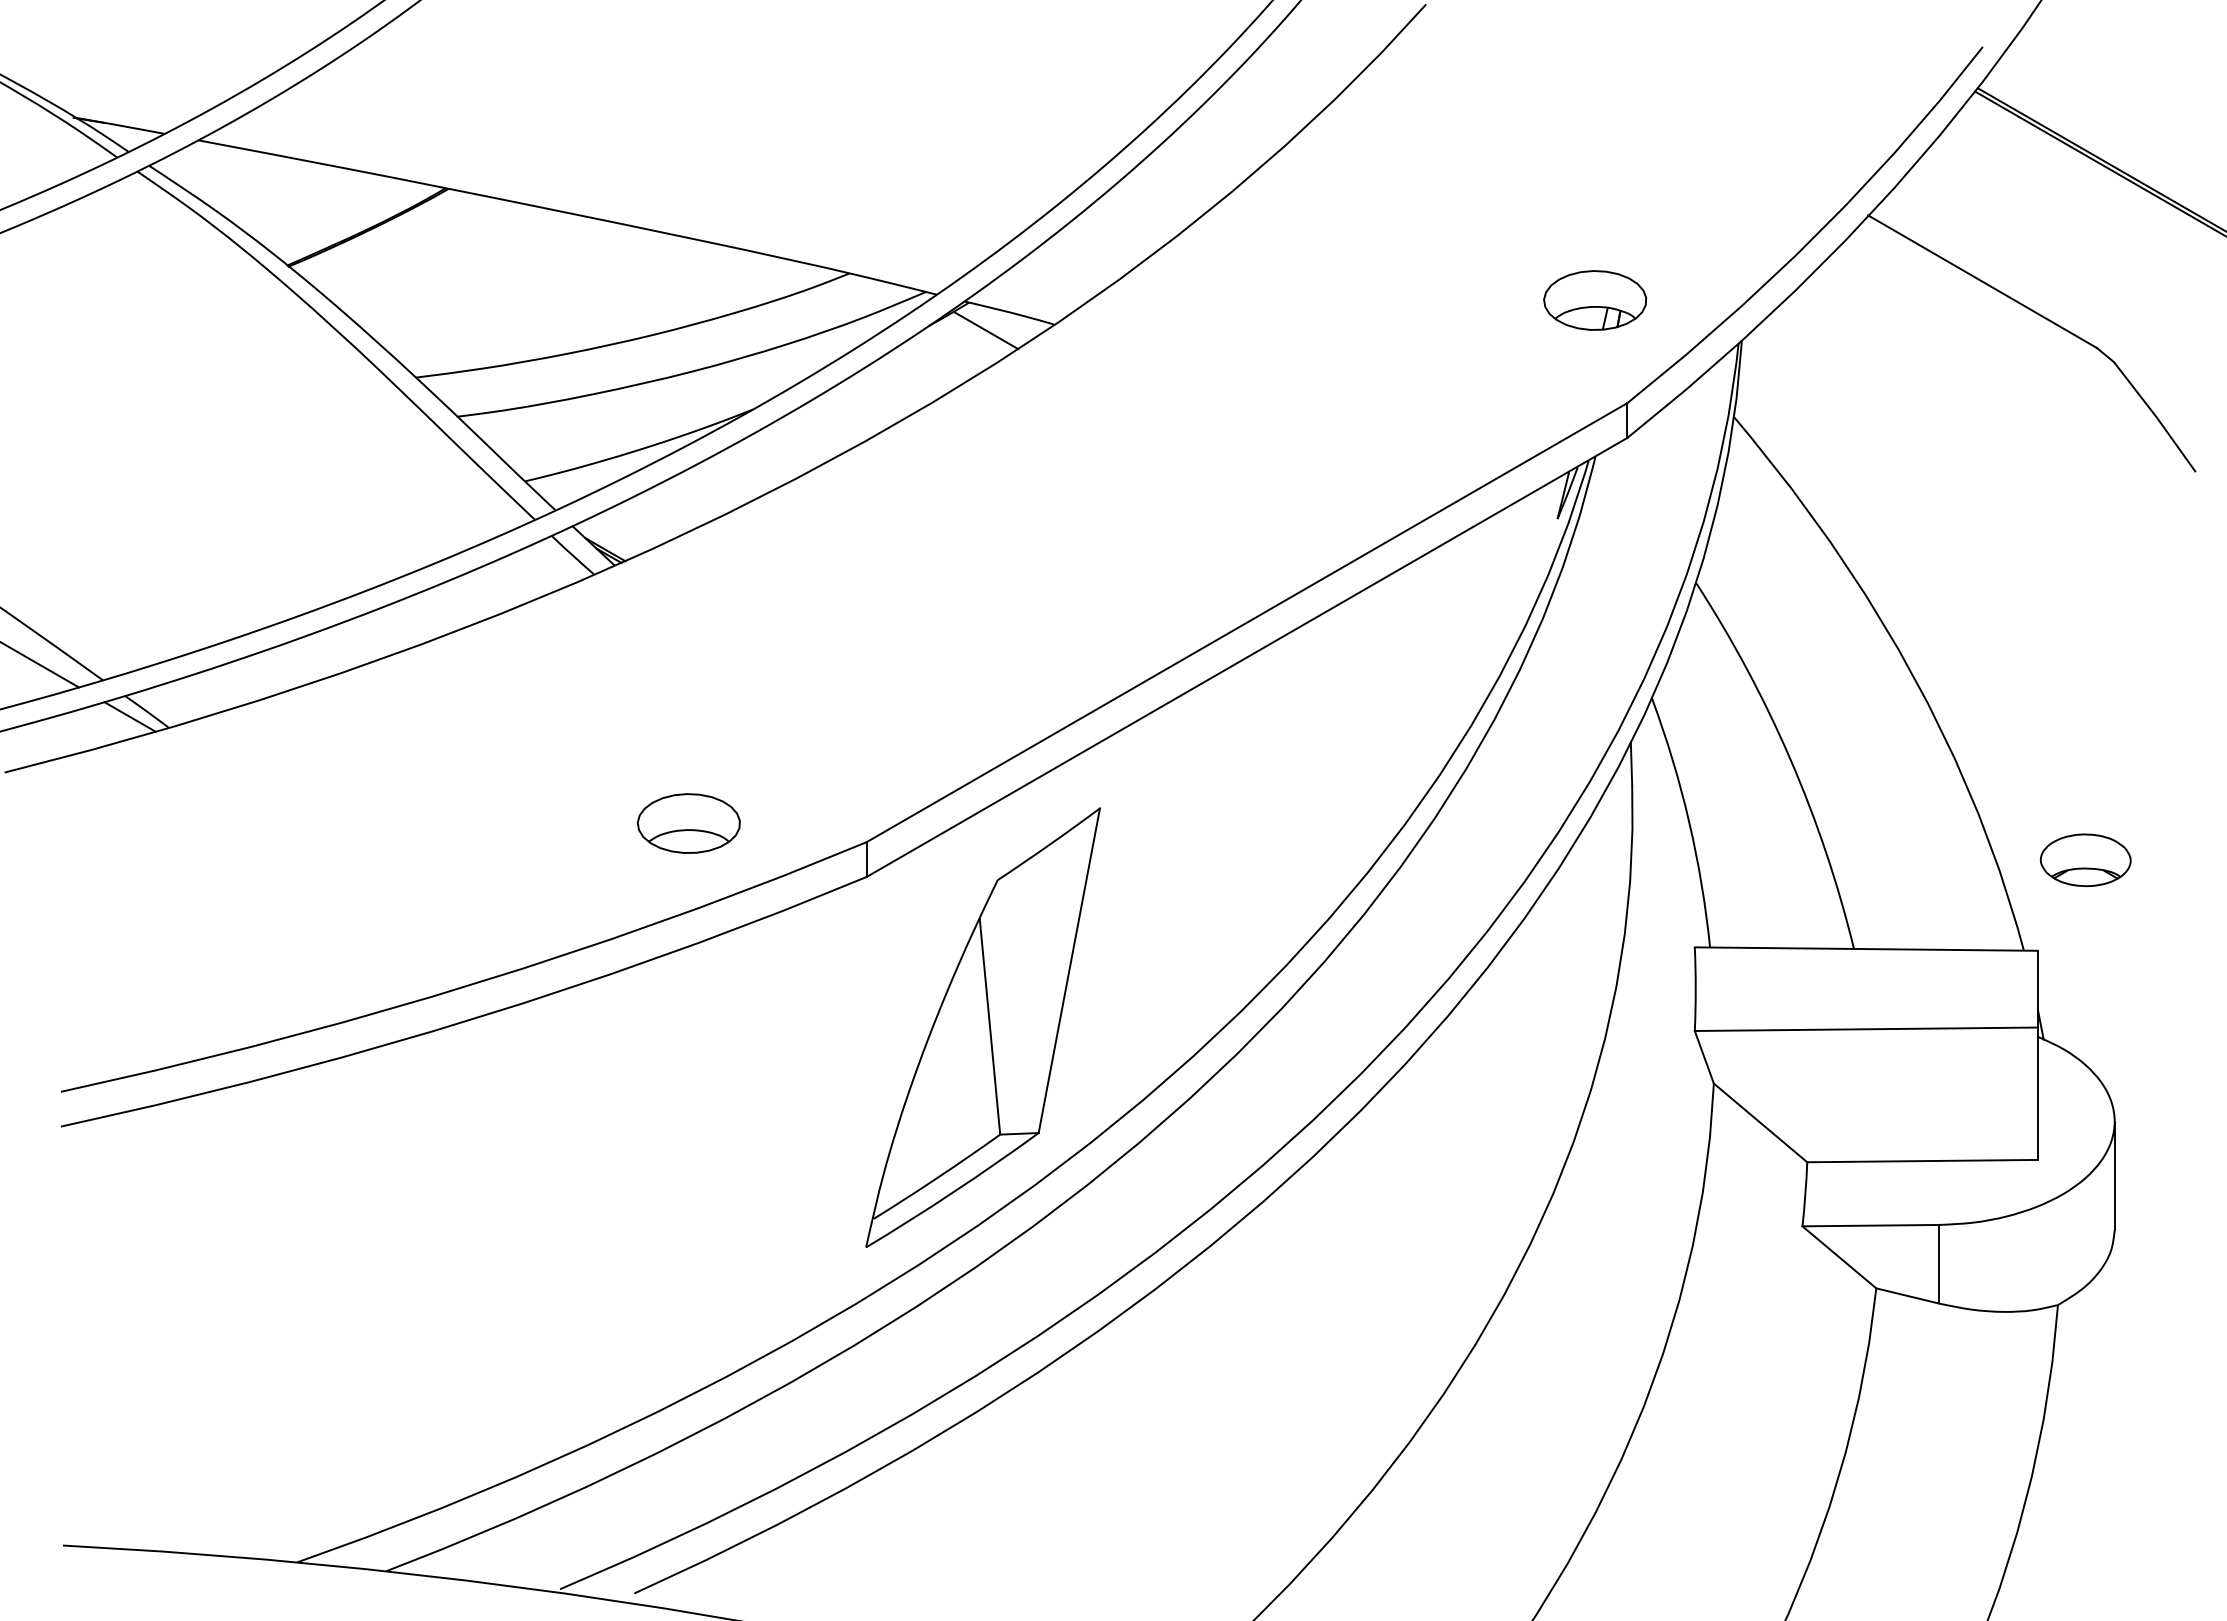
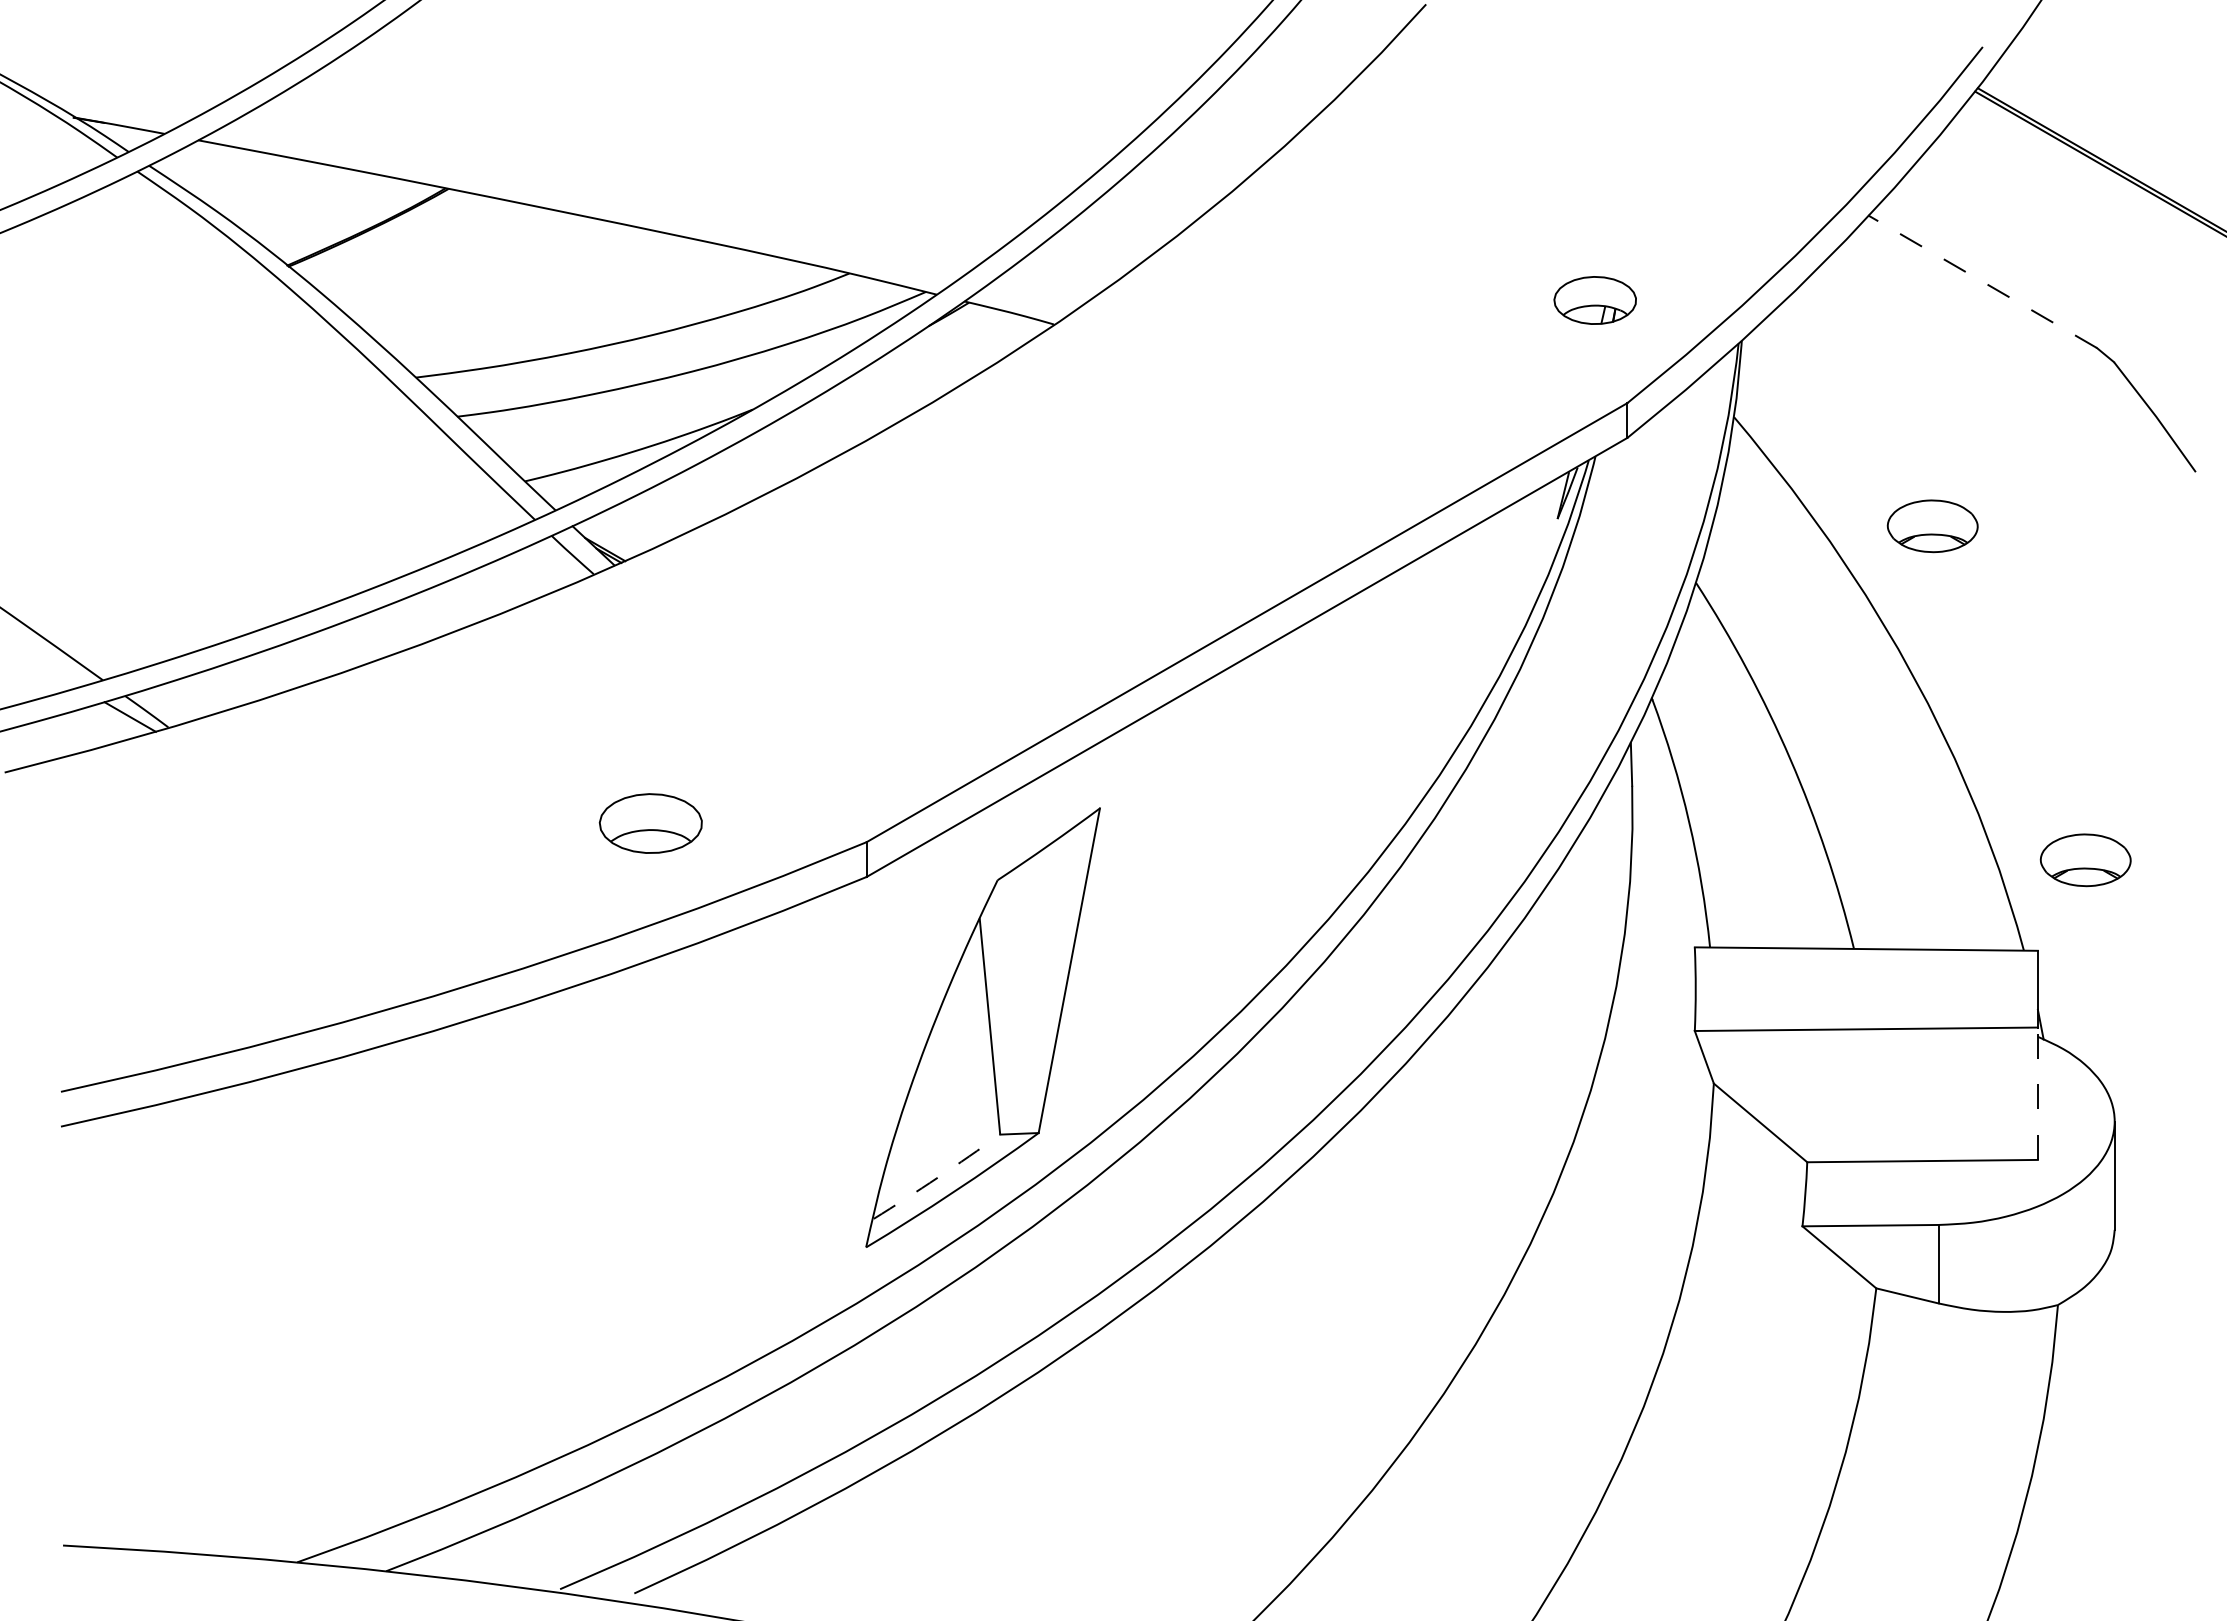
line at (1982, 281): solid -> dashed
part at (1595, 300) size: 105x61 px -> 84x49 px
line at (985, 330): present -> none
part at (1932, 526): none -> present
line at (40, 665): present -> none
part at (688, 823) position: (688, 823) -> (650, 823)
line at (2037, 1093): solid -> dashed
arc at (937, 1177): solid -> dashed
